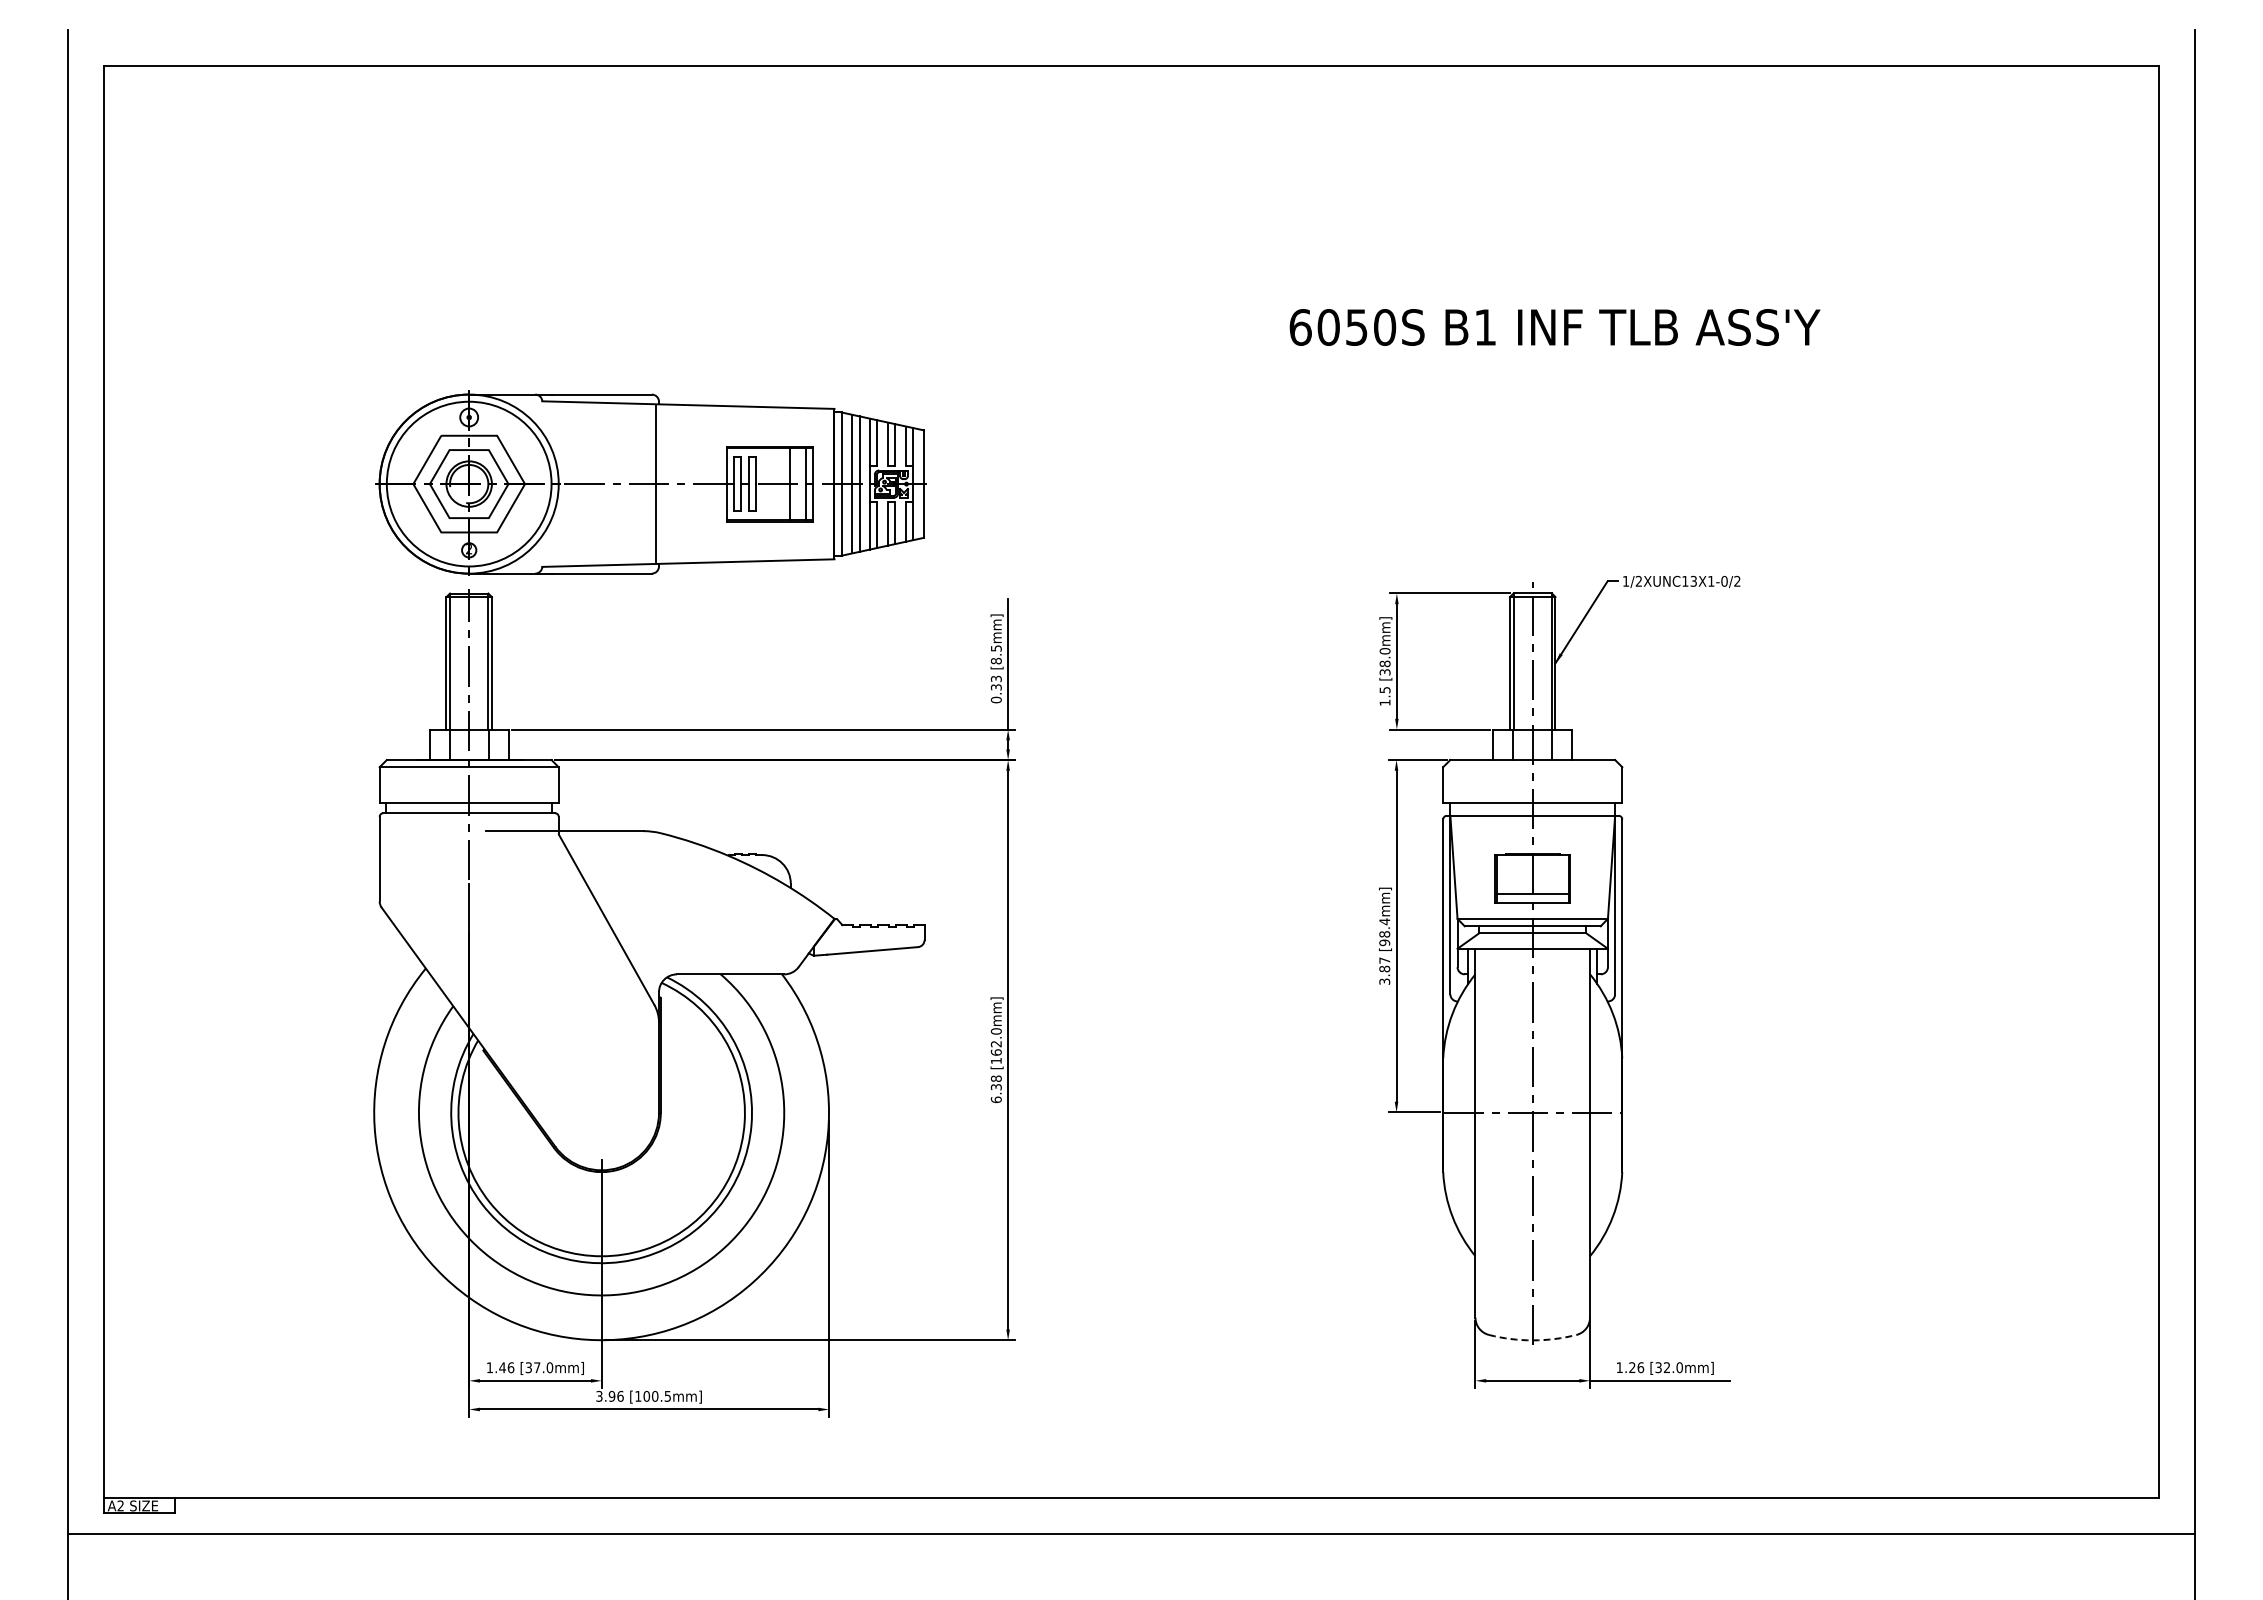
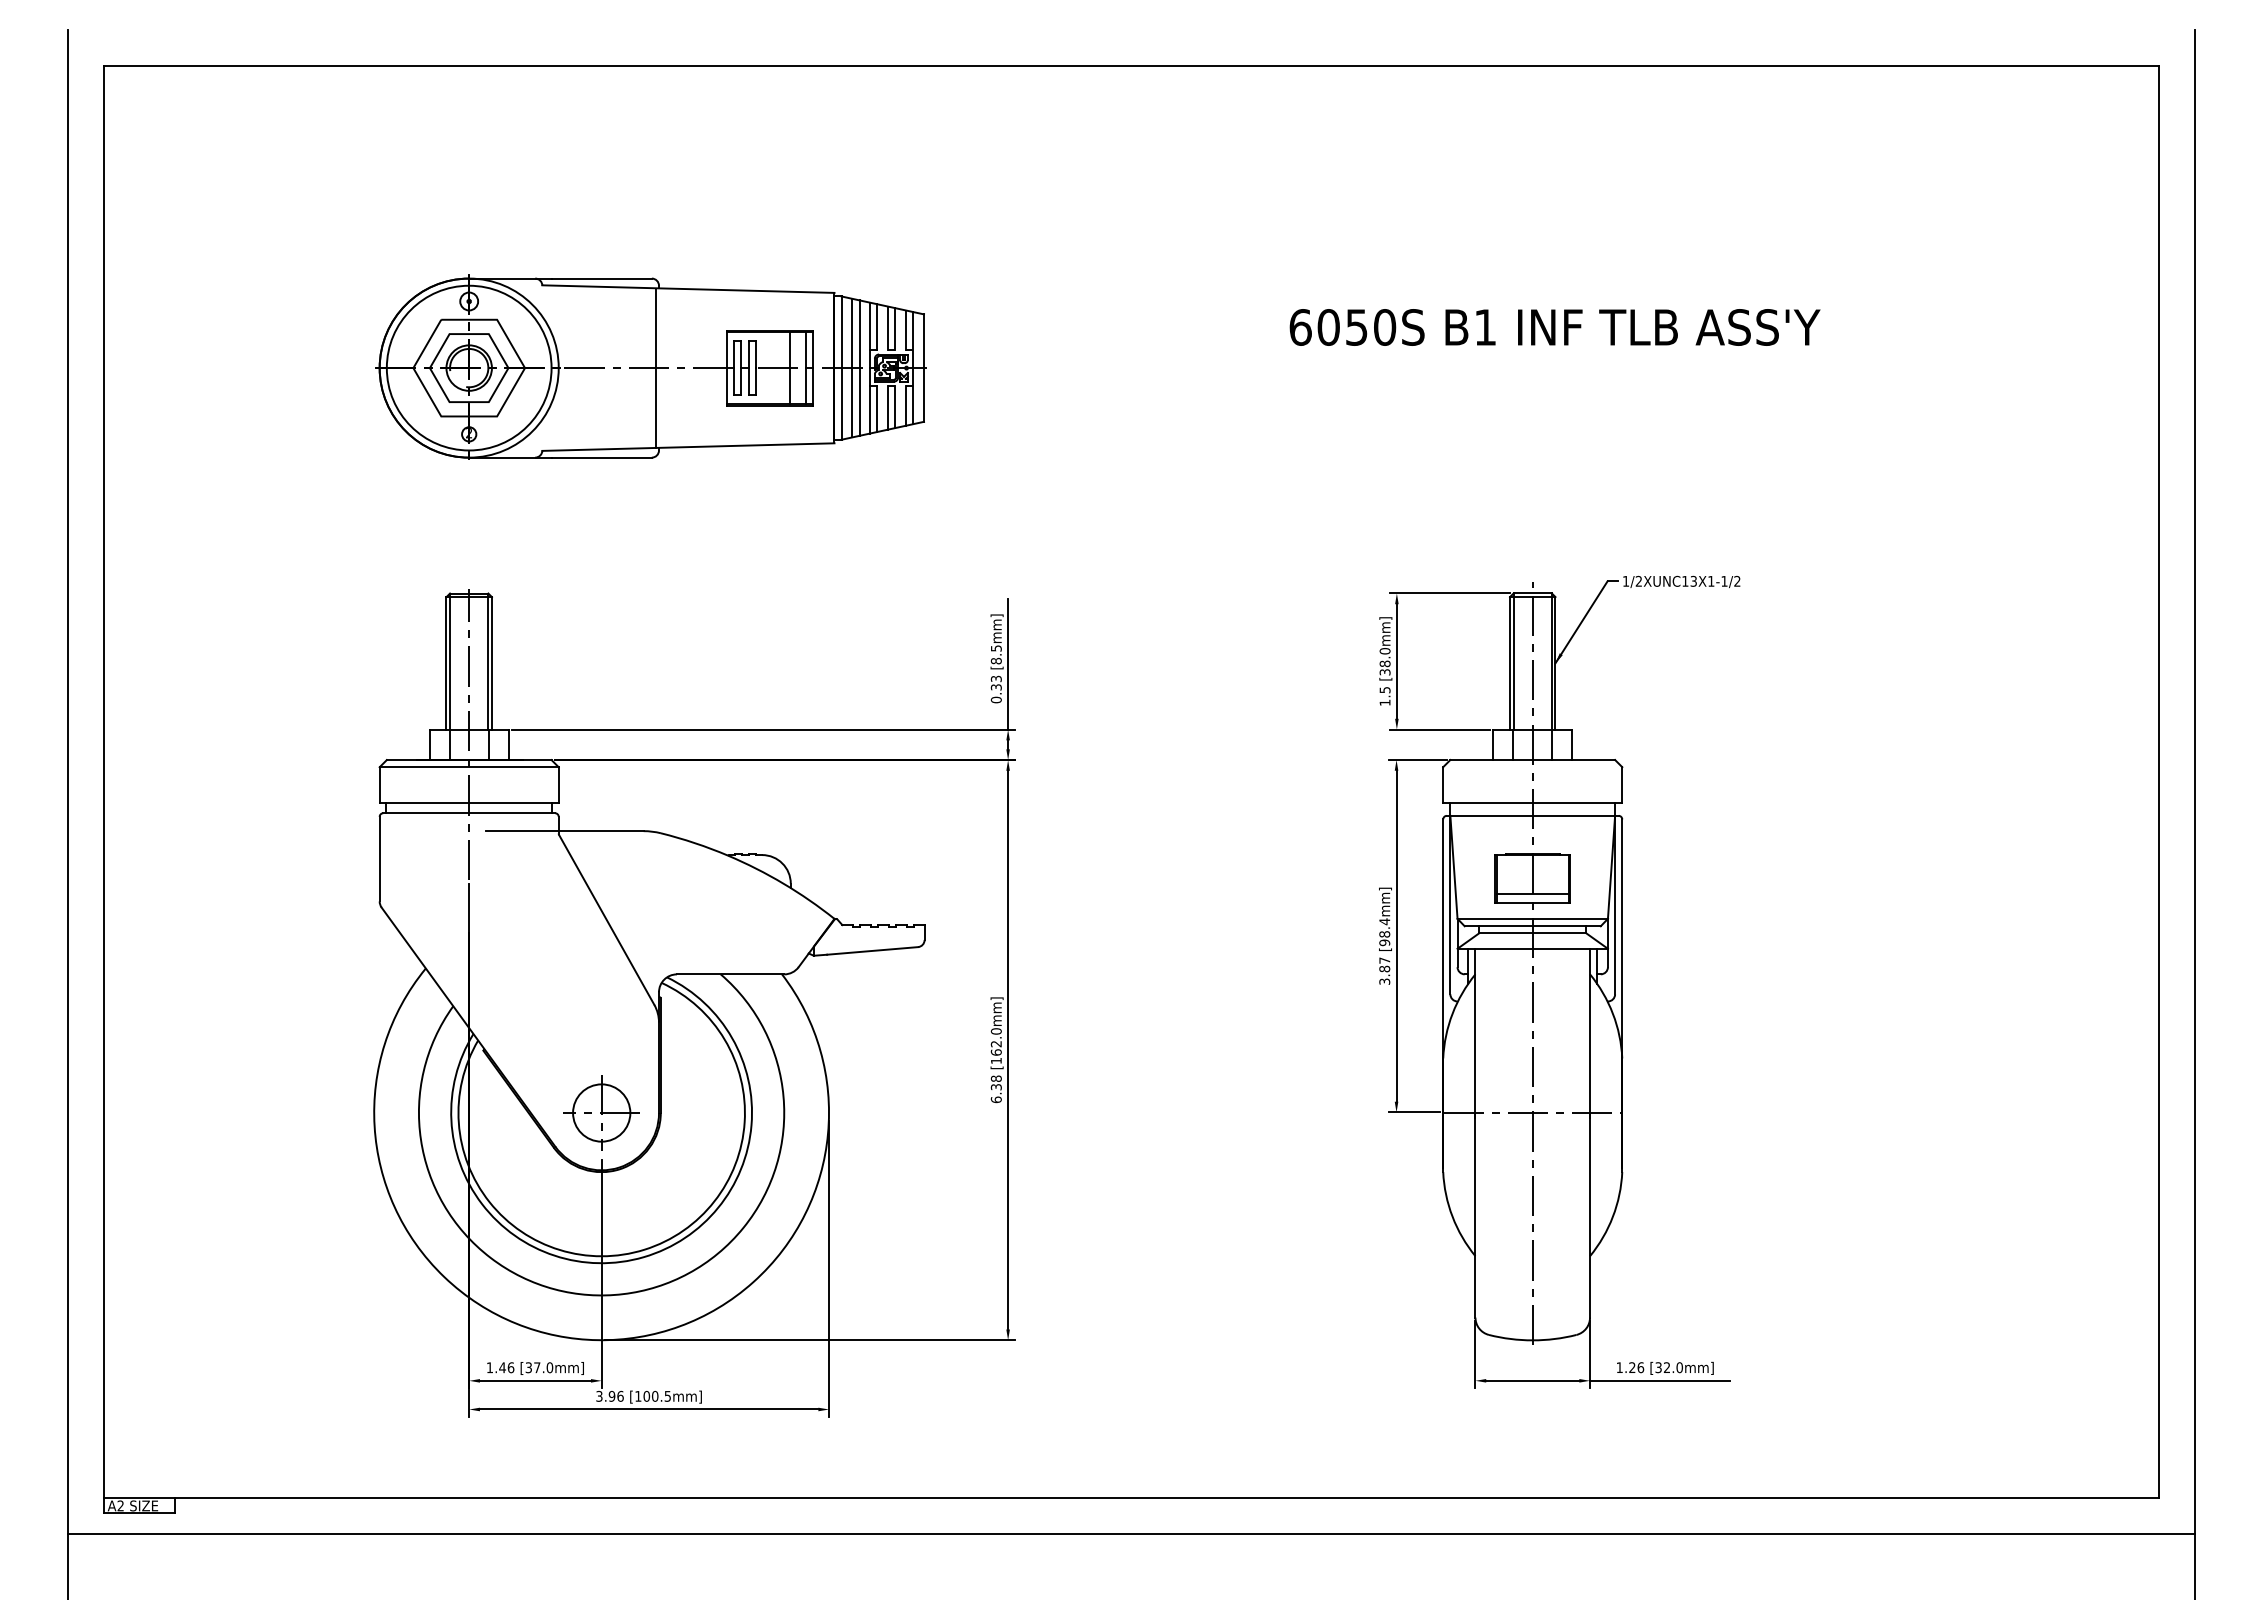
part at (650, 482) position: (650, 482) -> (650, 366)
text at (1724, 580): 1/2XUNC13X1-0/2 -> 1/2XUNC13X1-1/2
part at (601, 1112): none -> present
arc at (1532, 1340): dashed -> solid
